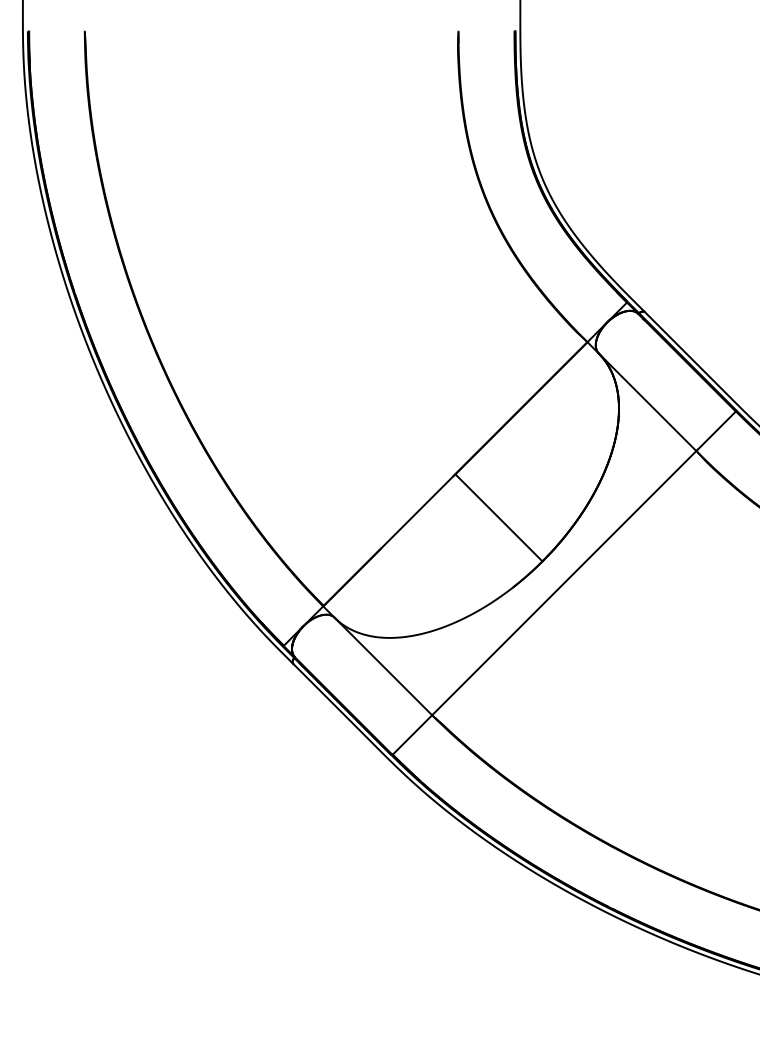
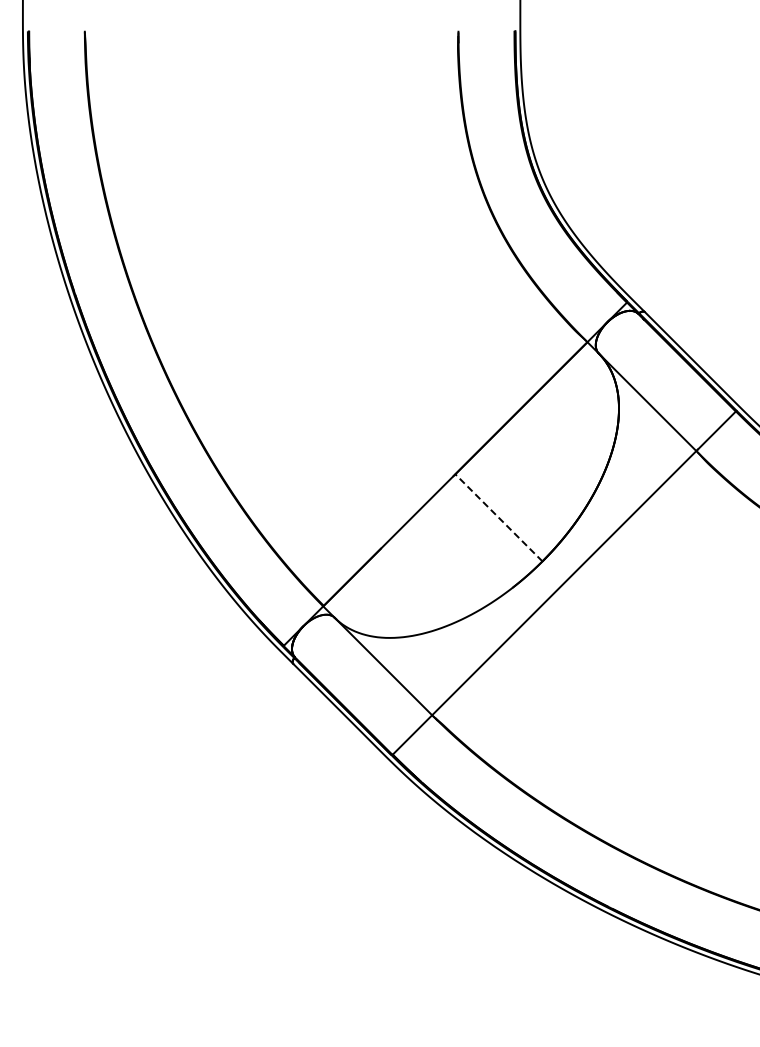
line at (498, 517): solid -> dashed
